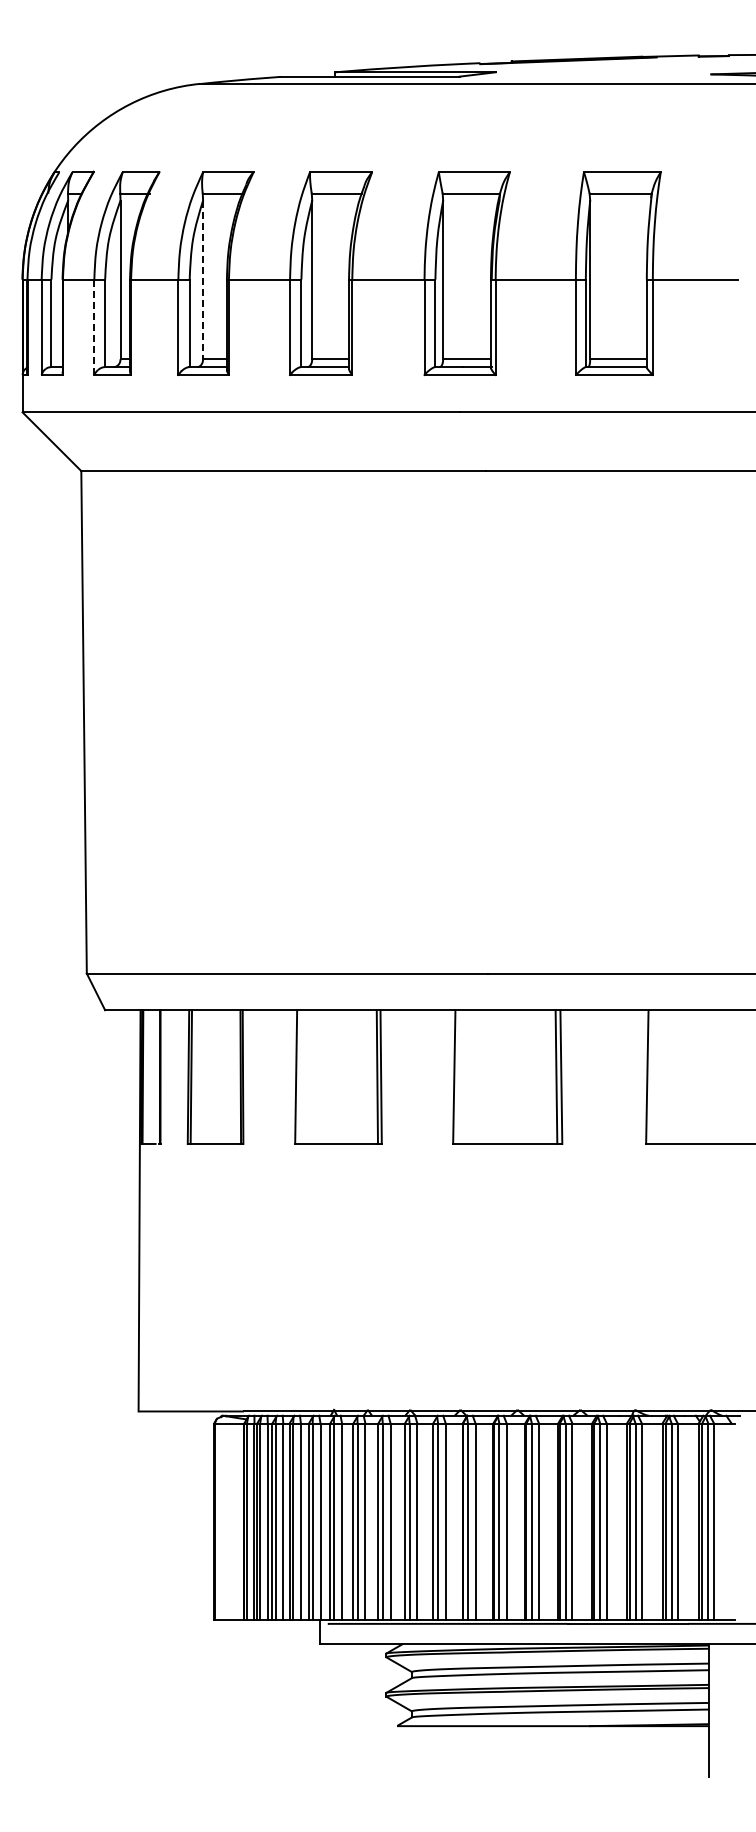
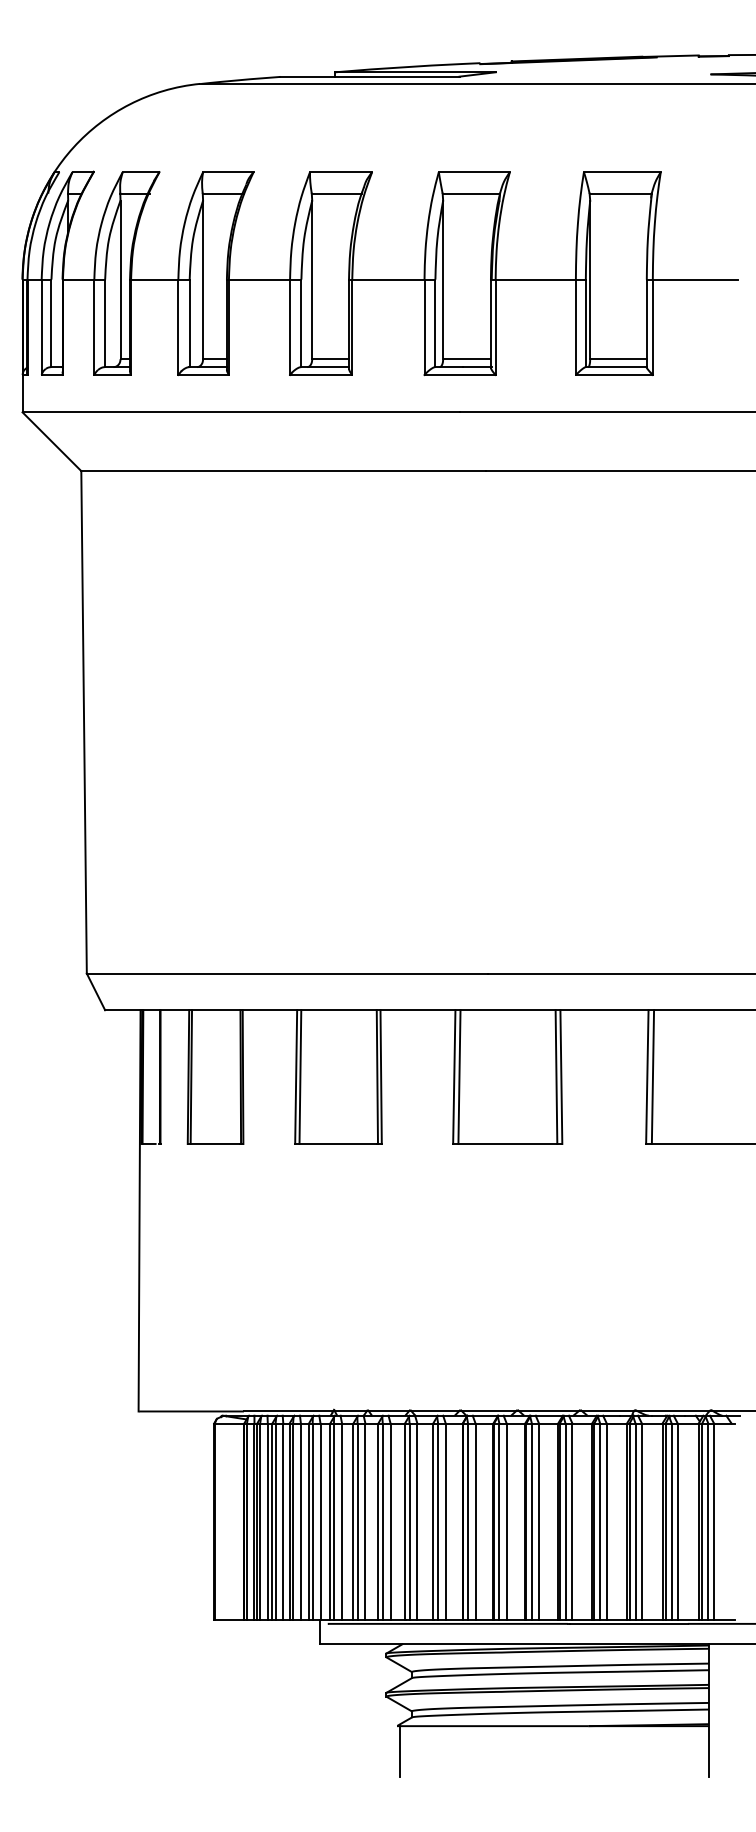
line at (203, 280): dashed -> solid
line at (94, 327): dashed -> solid
line at (300, 1076): none -> present
line at (459, 1076): none -> present
line at (652, 1076): none -> present
line at (400, 1751): none -> present
